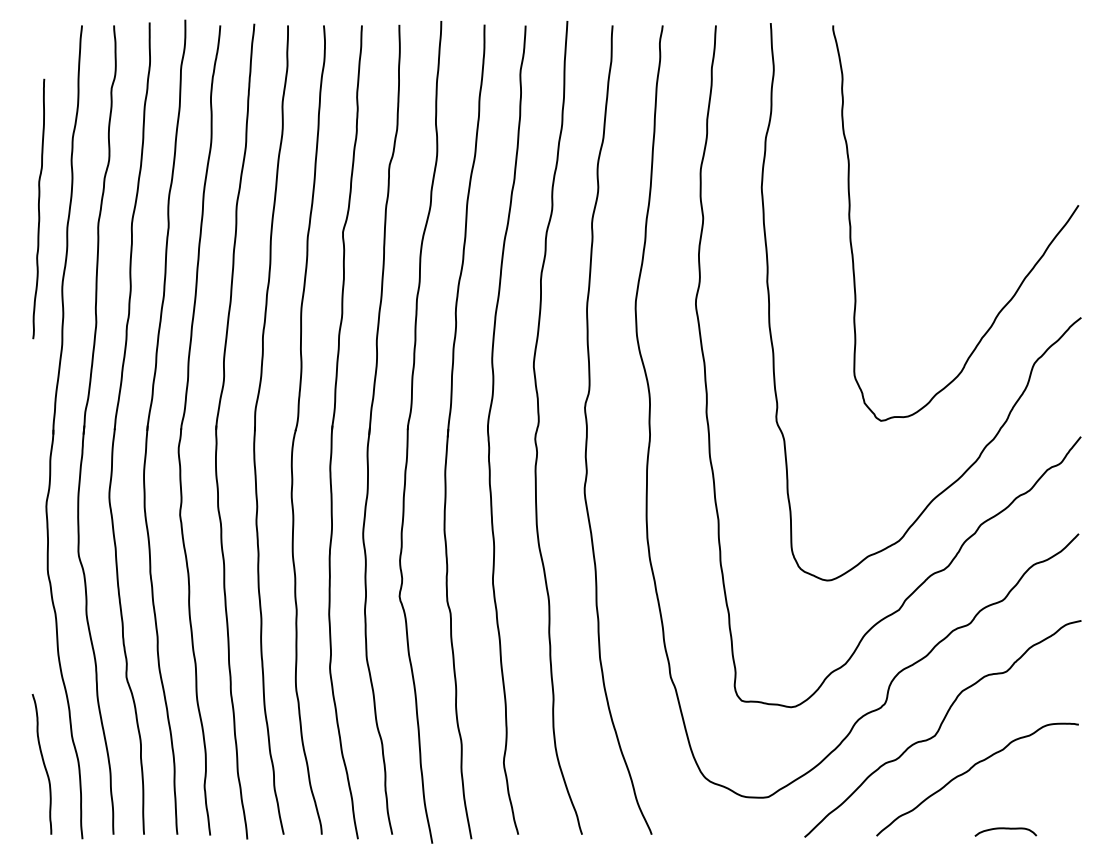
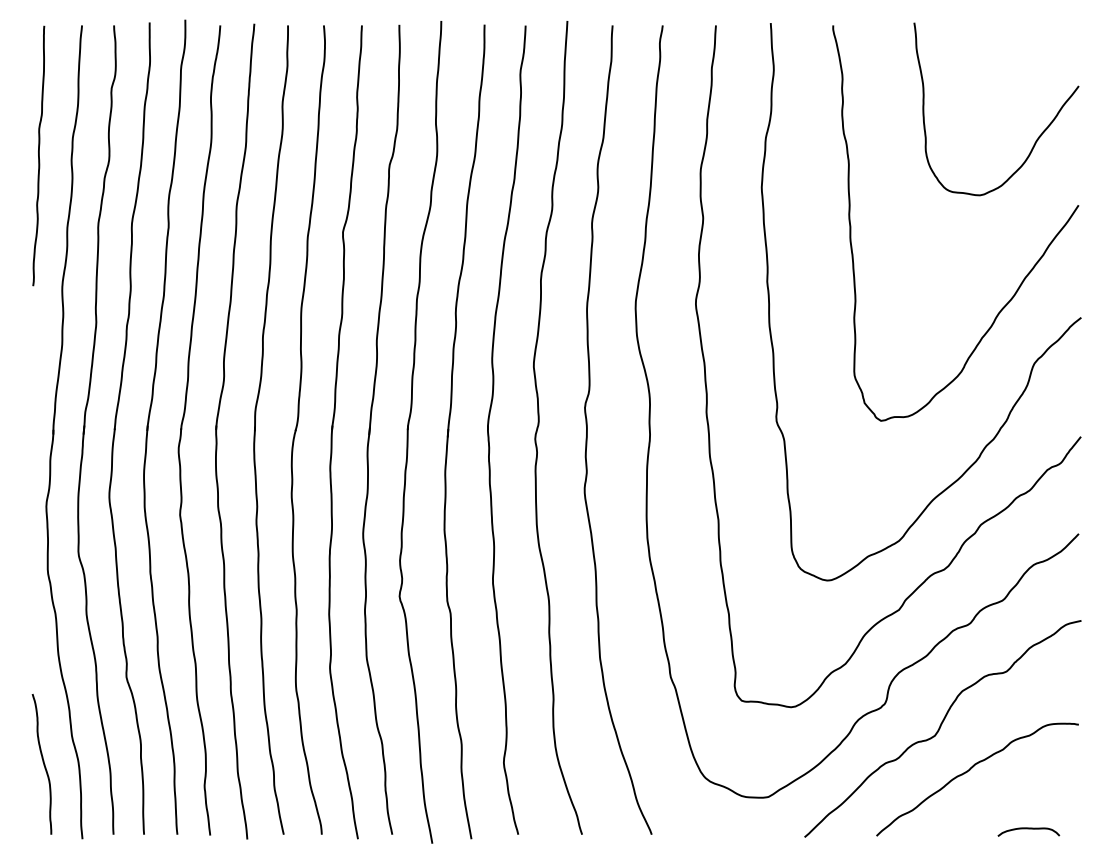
curve at (1035, 140): none -> present
curve at (38, 208) position: (38, 208) -> (38, 155)
curve at (1005, 829) position: (1005, 829) -> (1028, 829)
